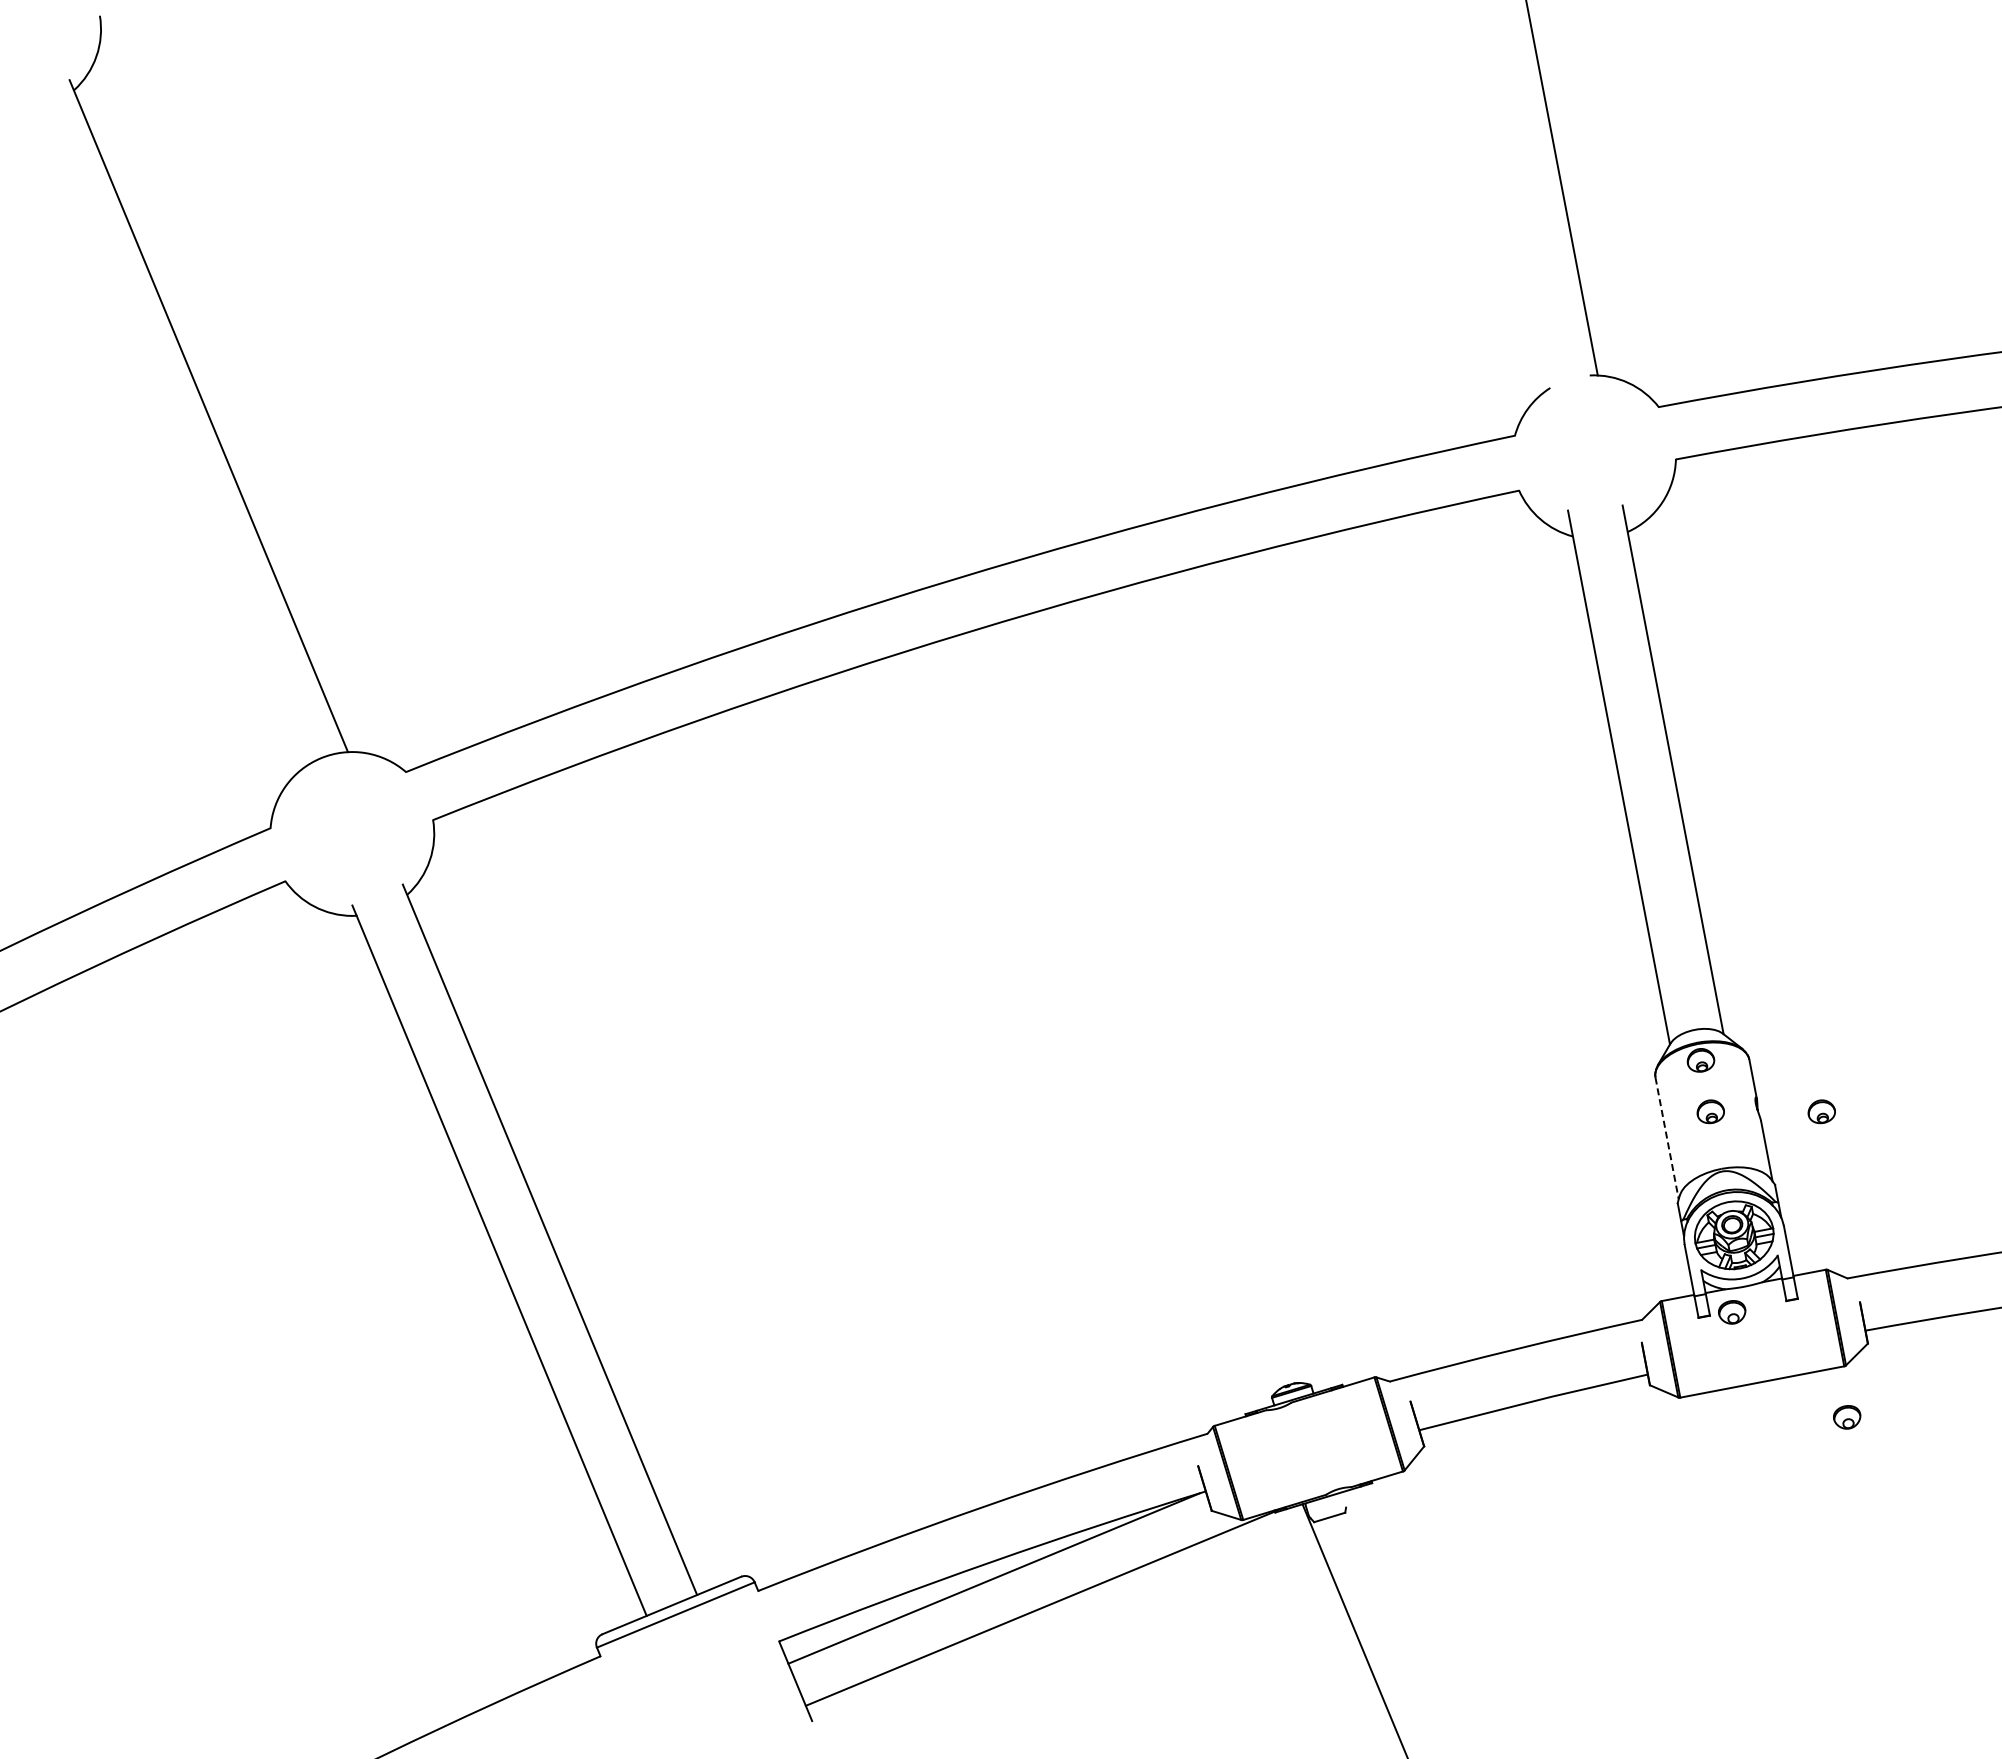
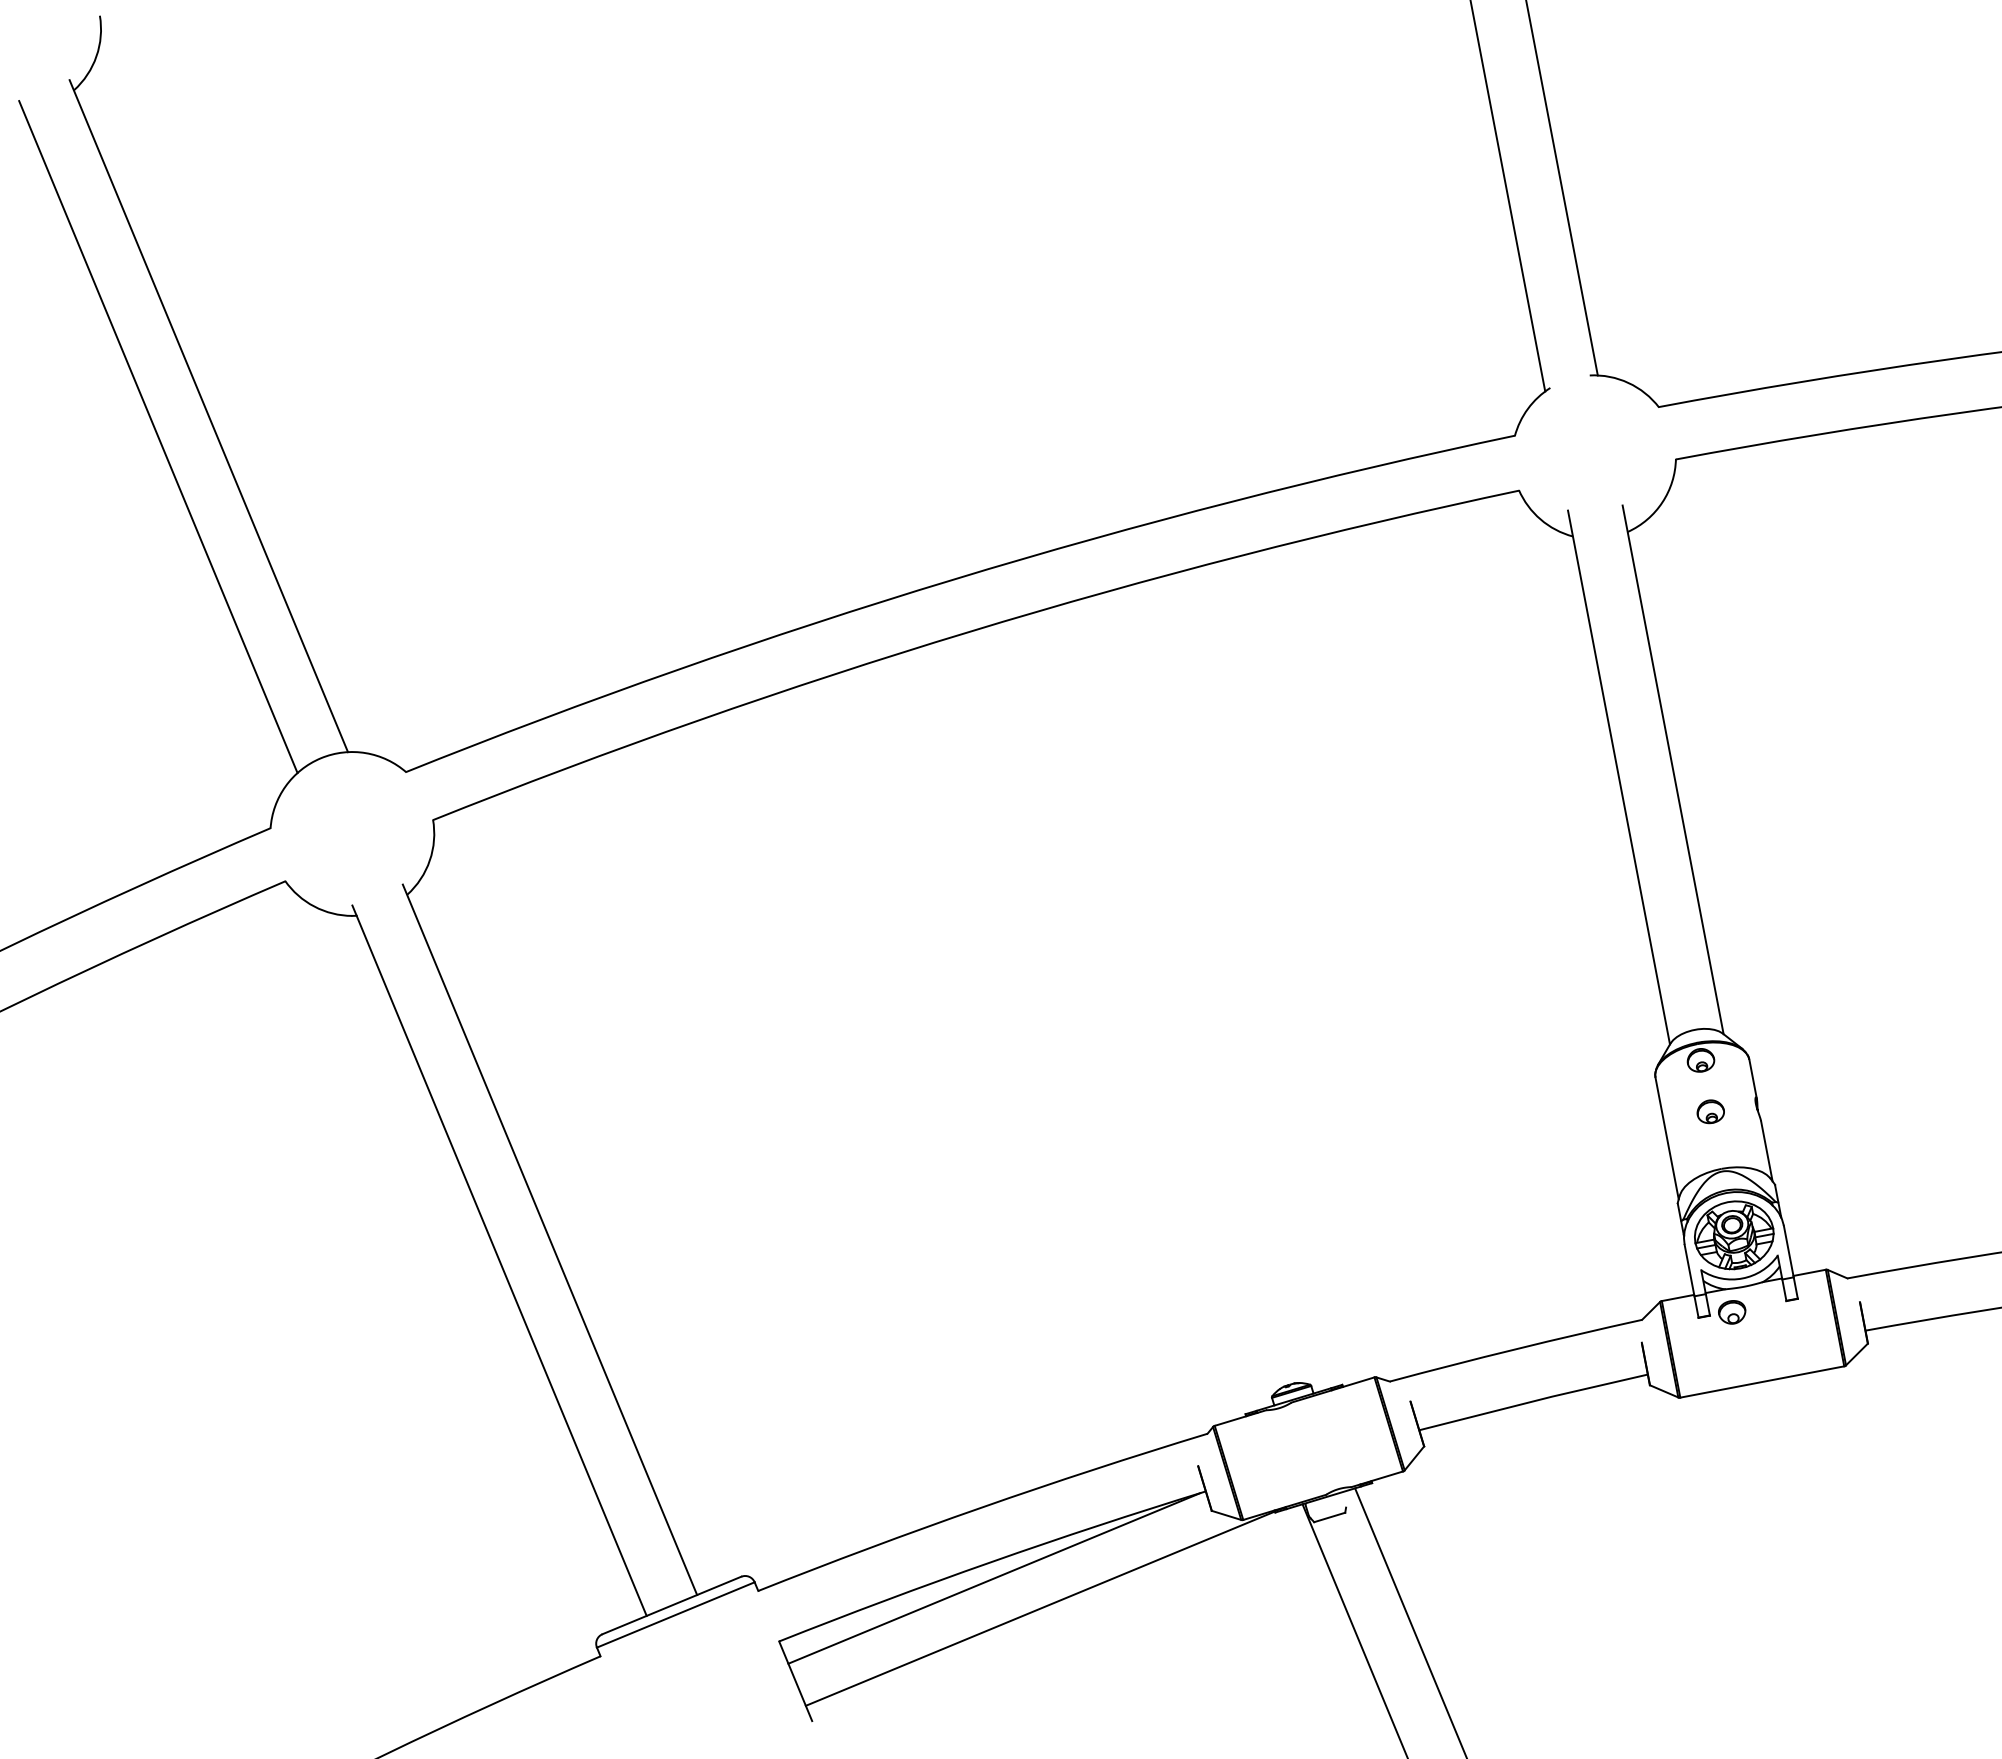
line at (1507, 196): none -> present
line at (158, 437): none -> present
part at (1821, 1111): present -> none
line at (1667, 1138): dashed -> solid
part at (1847, 1417): present -> none
line at (1410, 1621): none -> present
